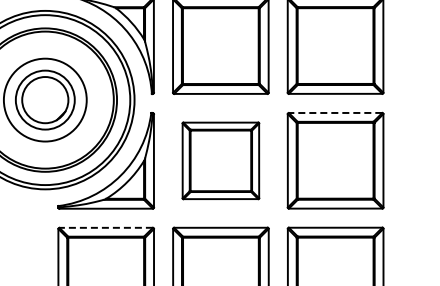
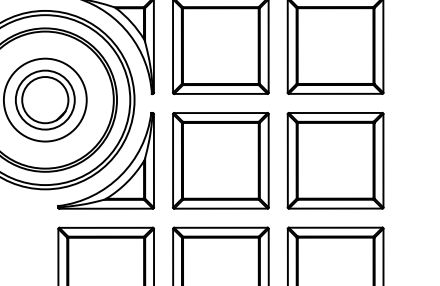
line at (335, 112): dashed -> solid
part at (220, 160) size: 80x80 px -> 98x98 px
line at (106, 227): dashed -> solid
